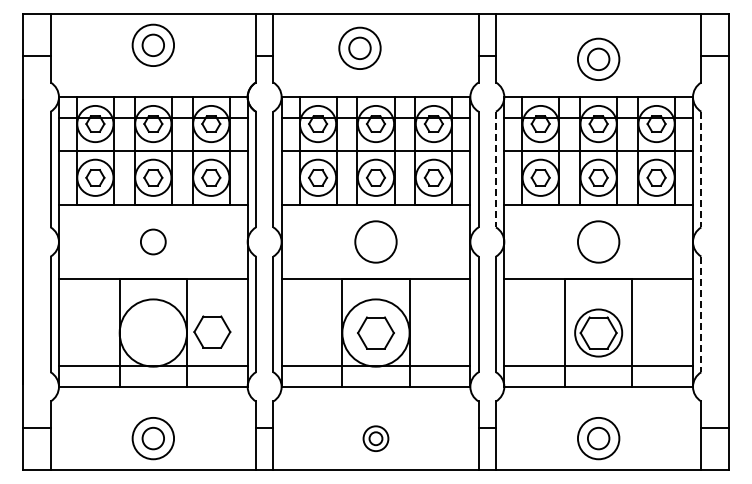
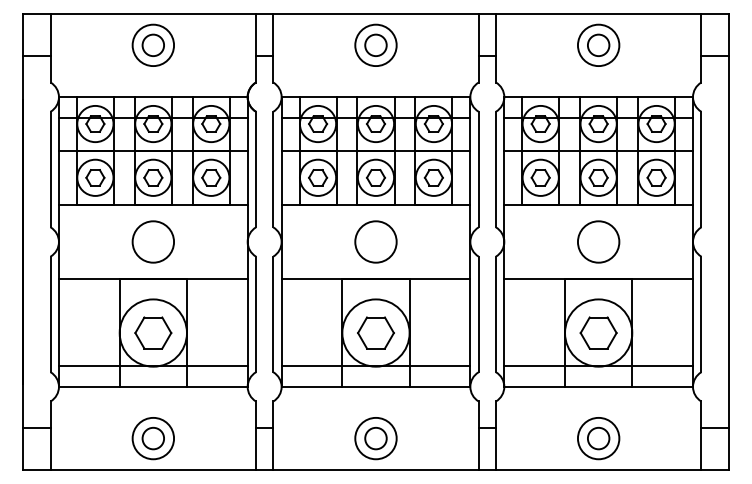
part at (359, 47) position: (359, 47) -> (375, 44)
part at (598, 58) position: (598, 58) -> (598, 44)
line at (496, 169): dashed -> solid
line at (701, 169): dashed -> solid
circle at (152, 241) diameter: 25 px -> 41 px
line at (701, 314): dashed -> solid
part at (212, 331) position: (212, 331) -> (153, 332)
circle at (598, 332) diameter: 47 px -> 67 px
part at (375, 438) size: 28x27 px -> 44x44 px
